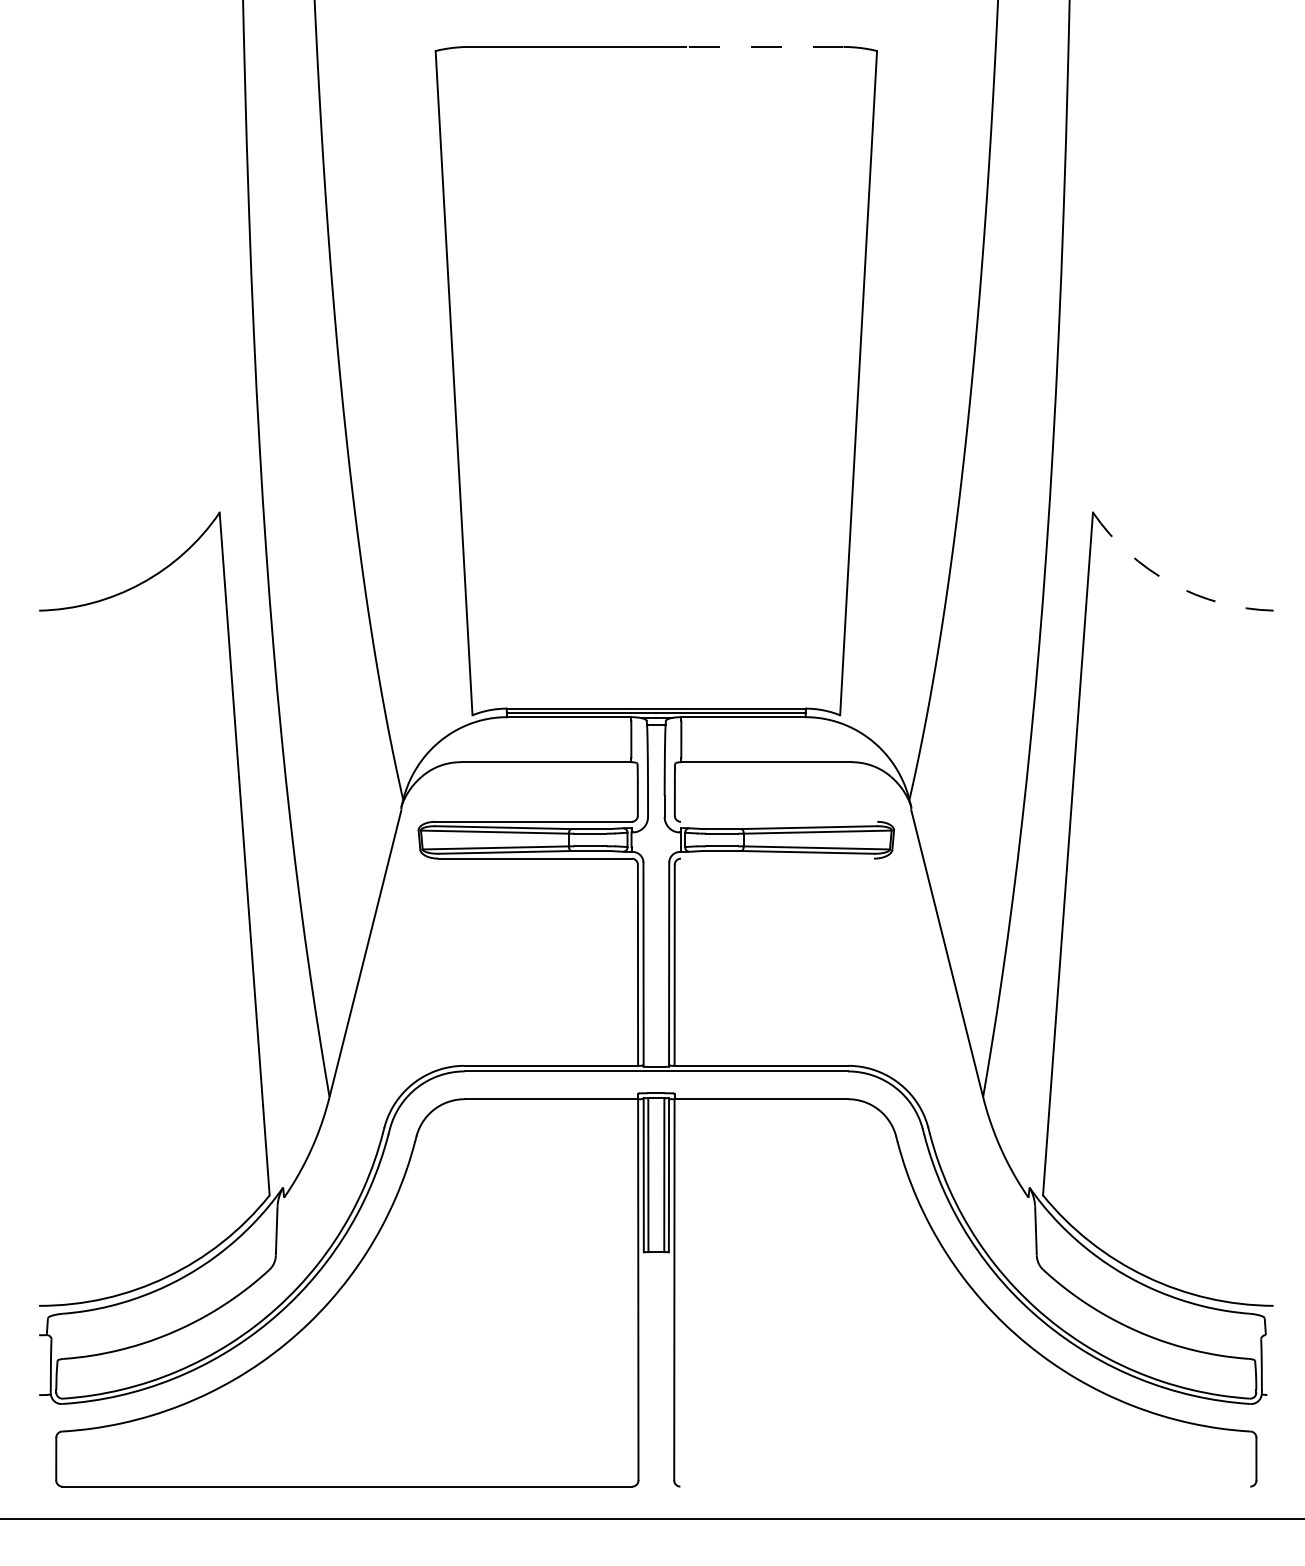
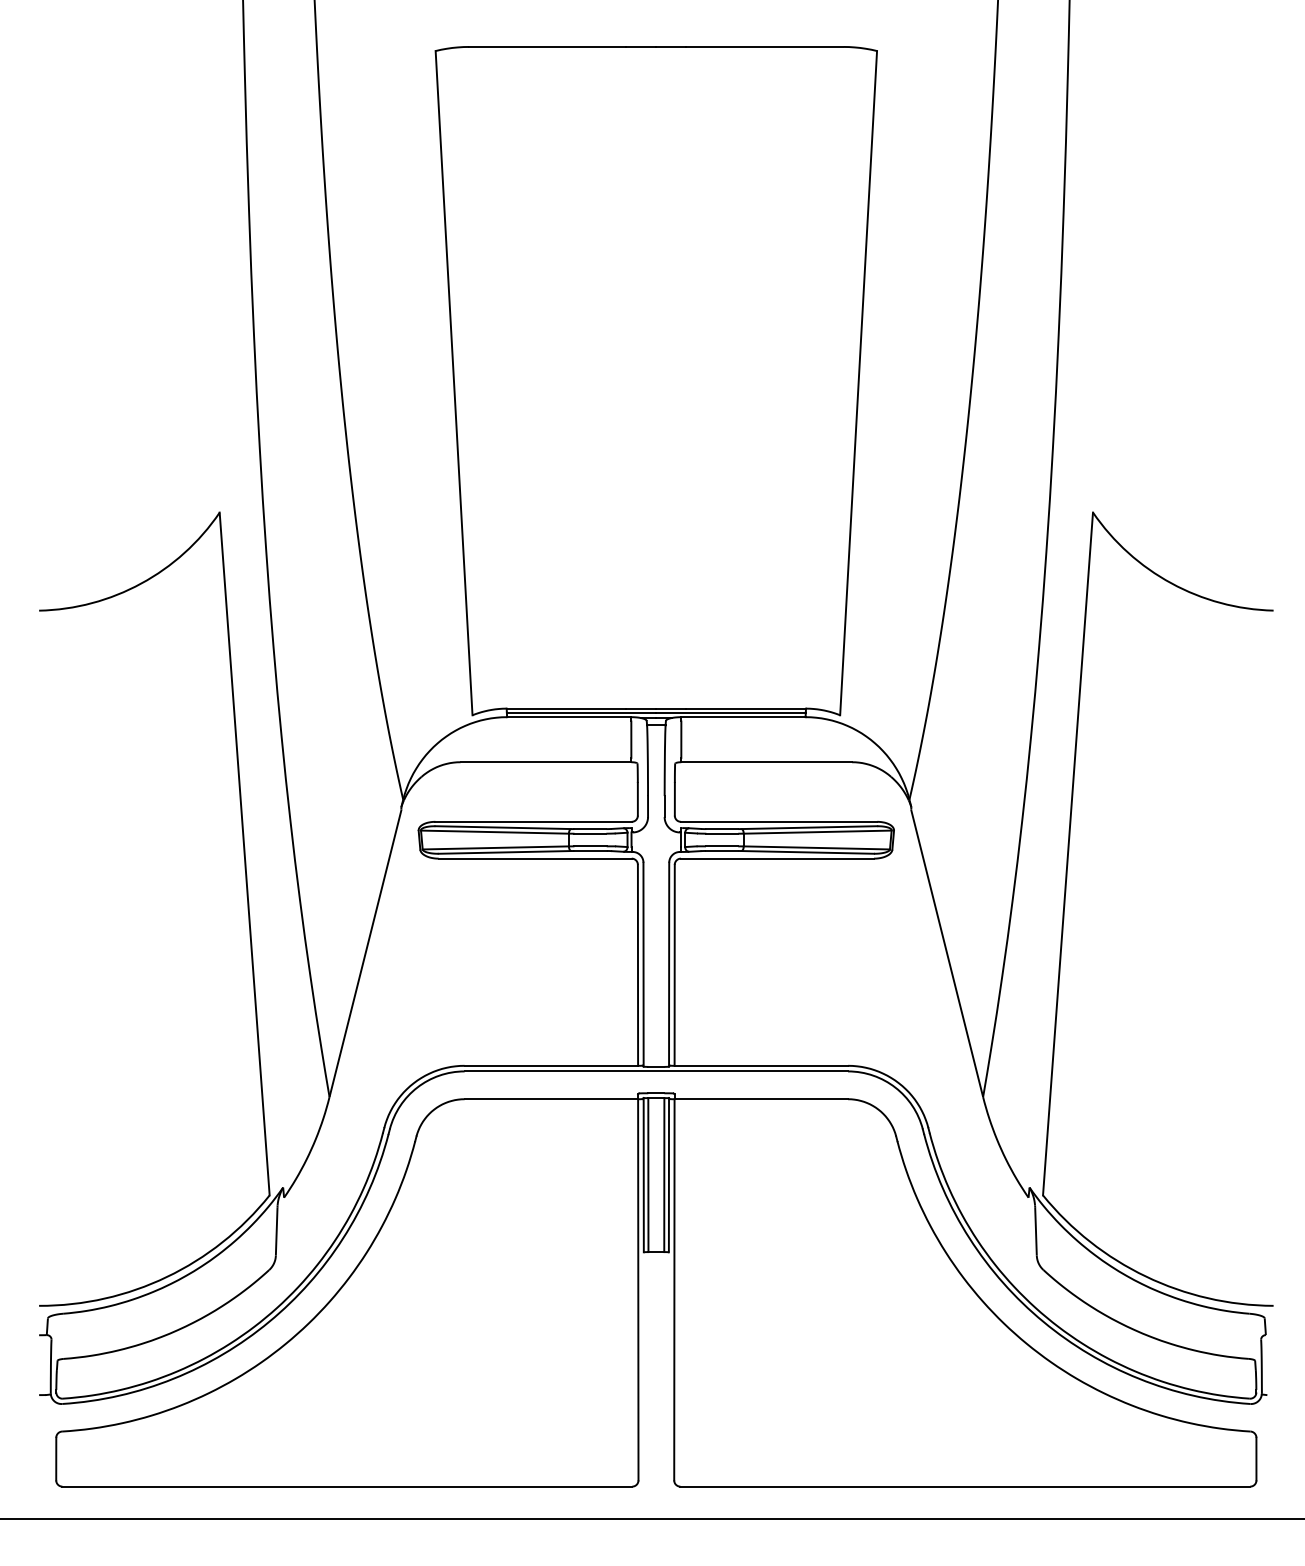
line at (764, 46): dashed -> solid
arc at (1171, 583): dashed -> solid
line at (778, 821): none -> present
line at (777, 858): none -> present
line at (965, 1486): none -> present
